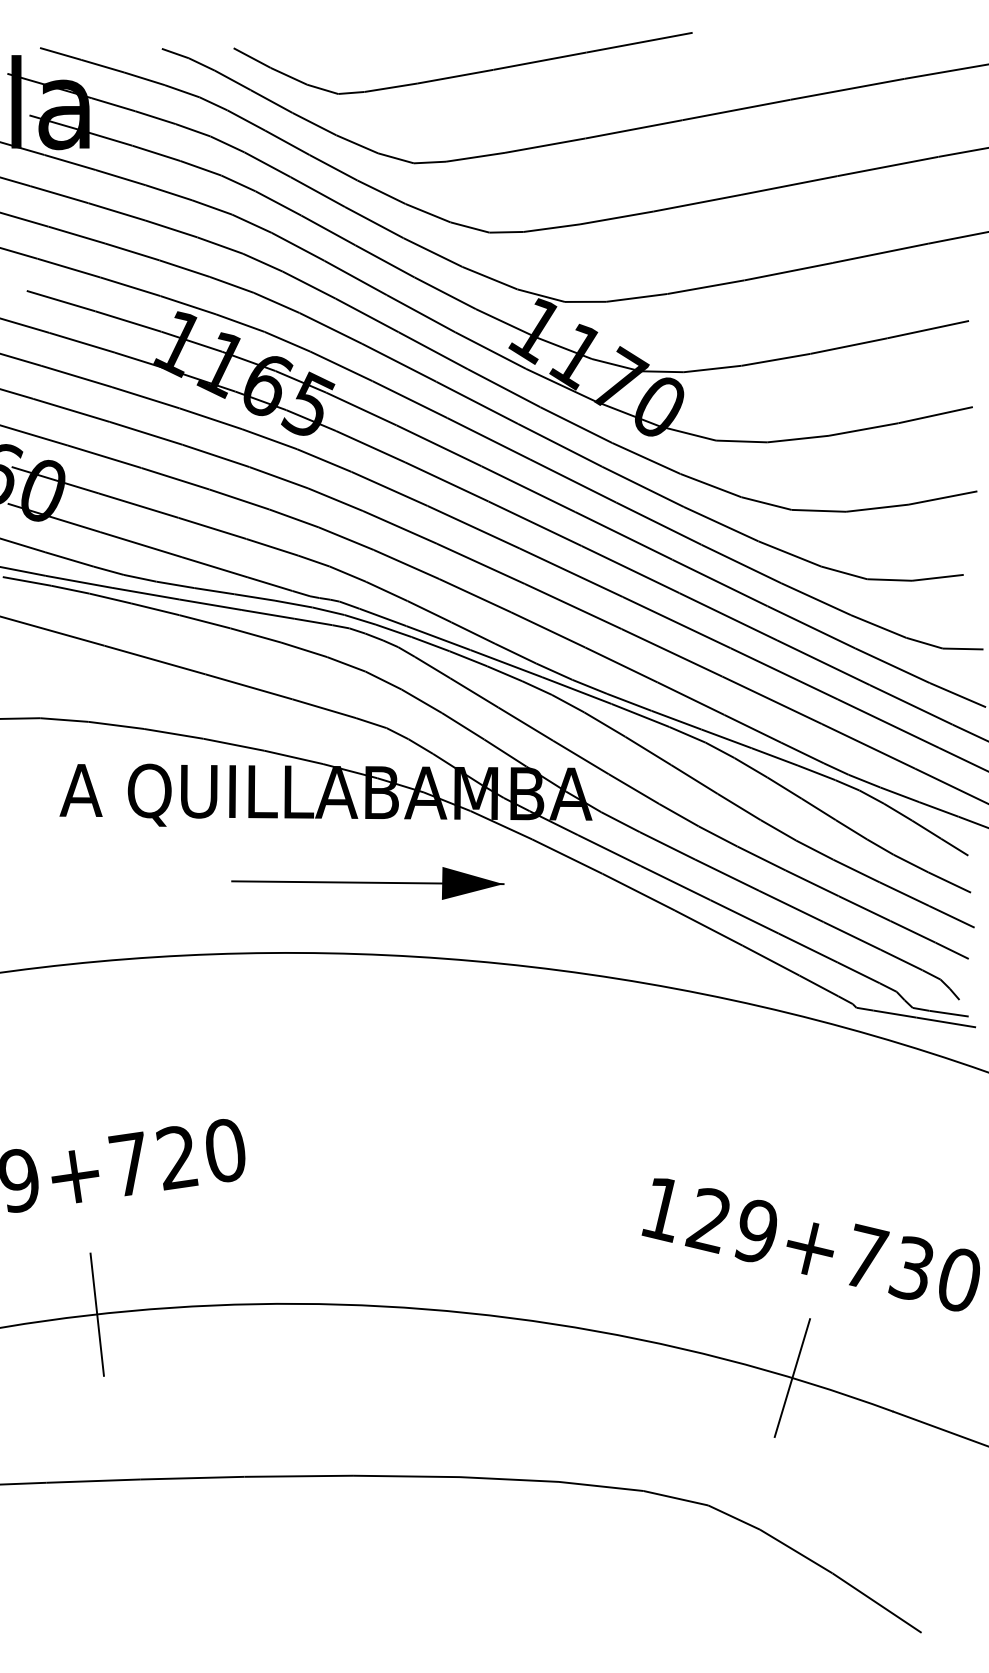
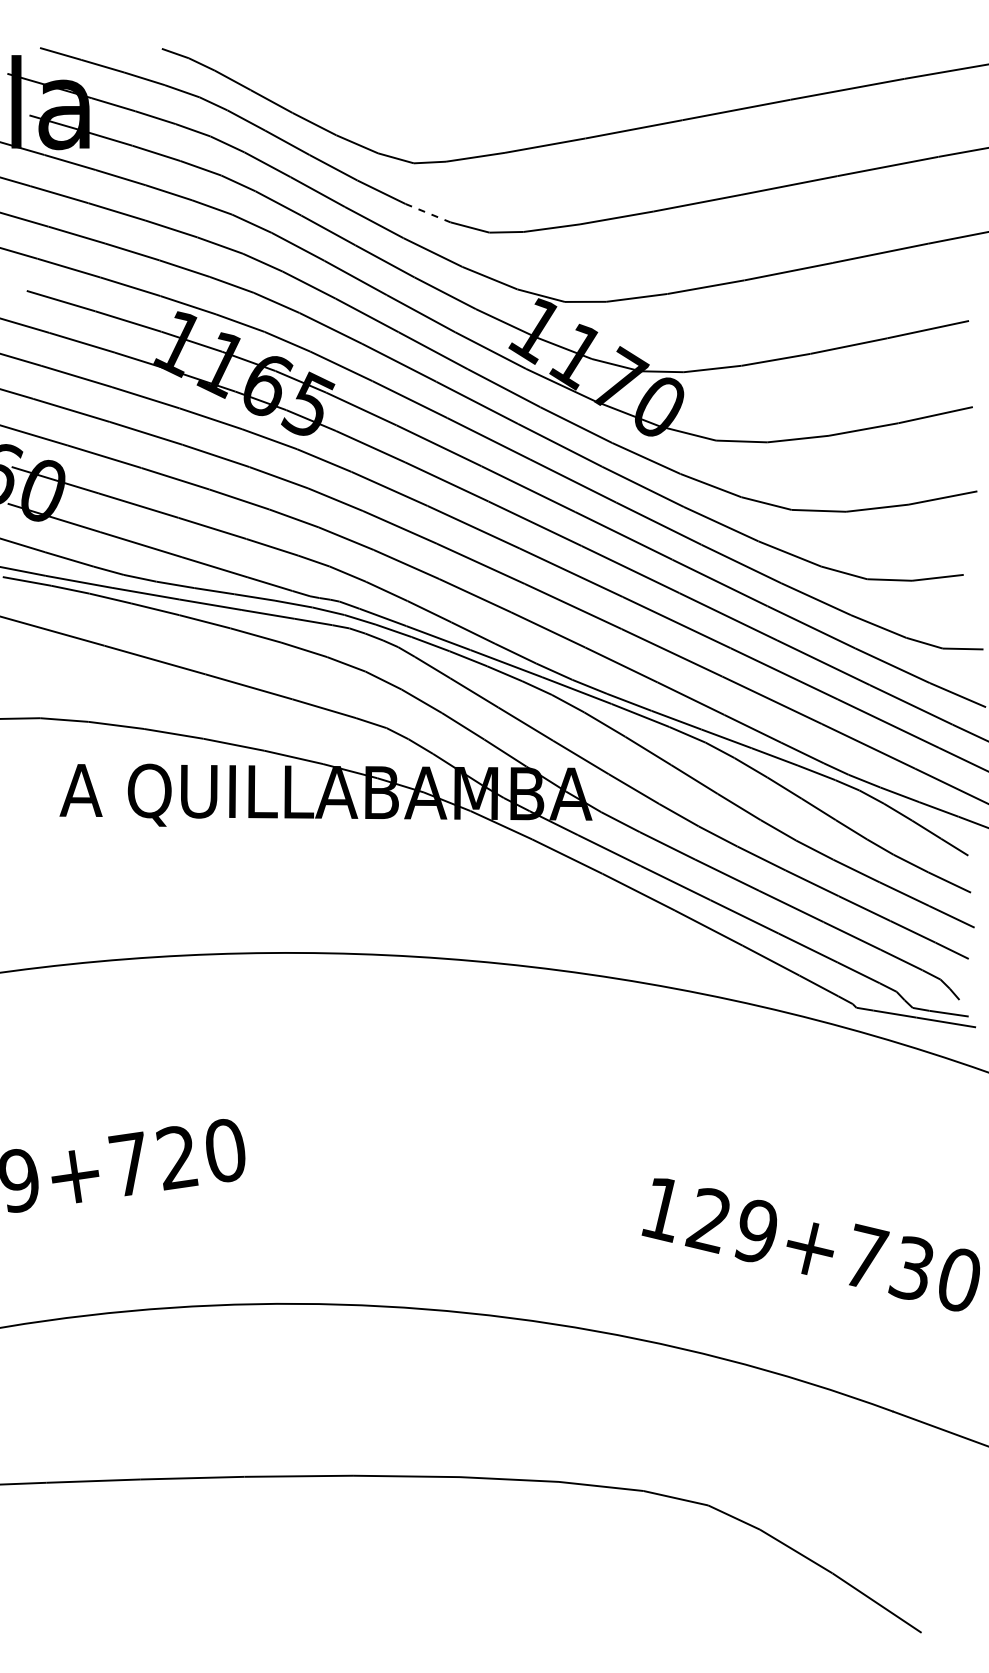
part at (466, 73): present -> none
line at (428, 213): solid -> dashed
part at (367, 883): present -> none
line at (96, 1314): present -> none
line at (792, 1377): present -> none
